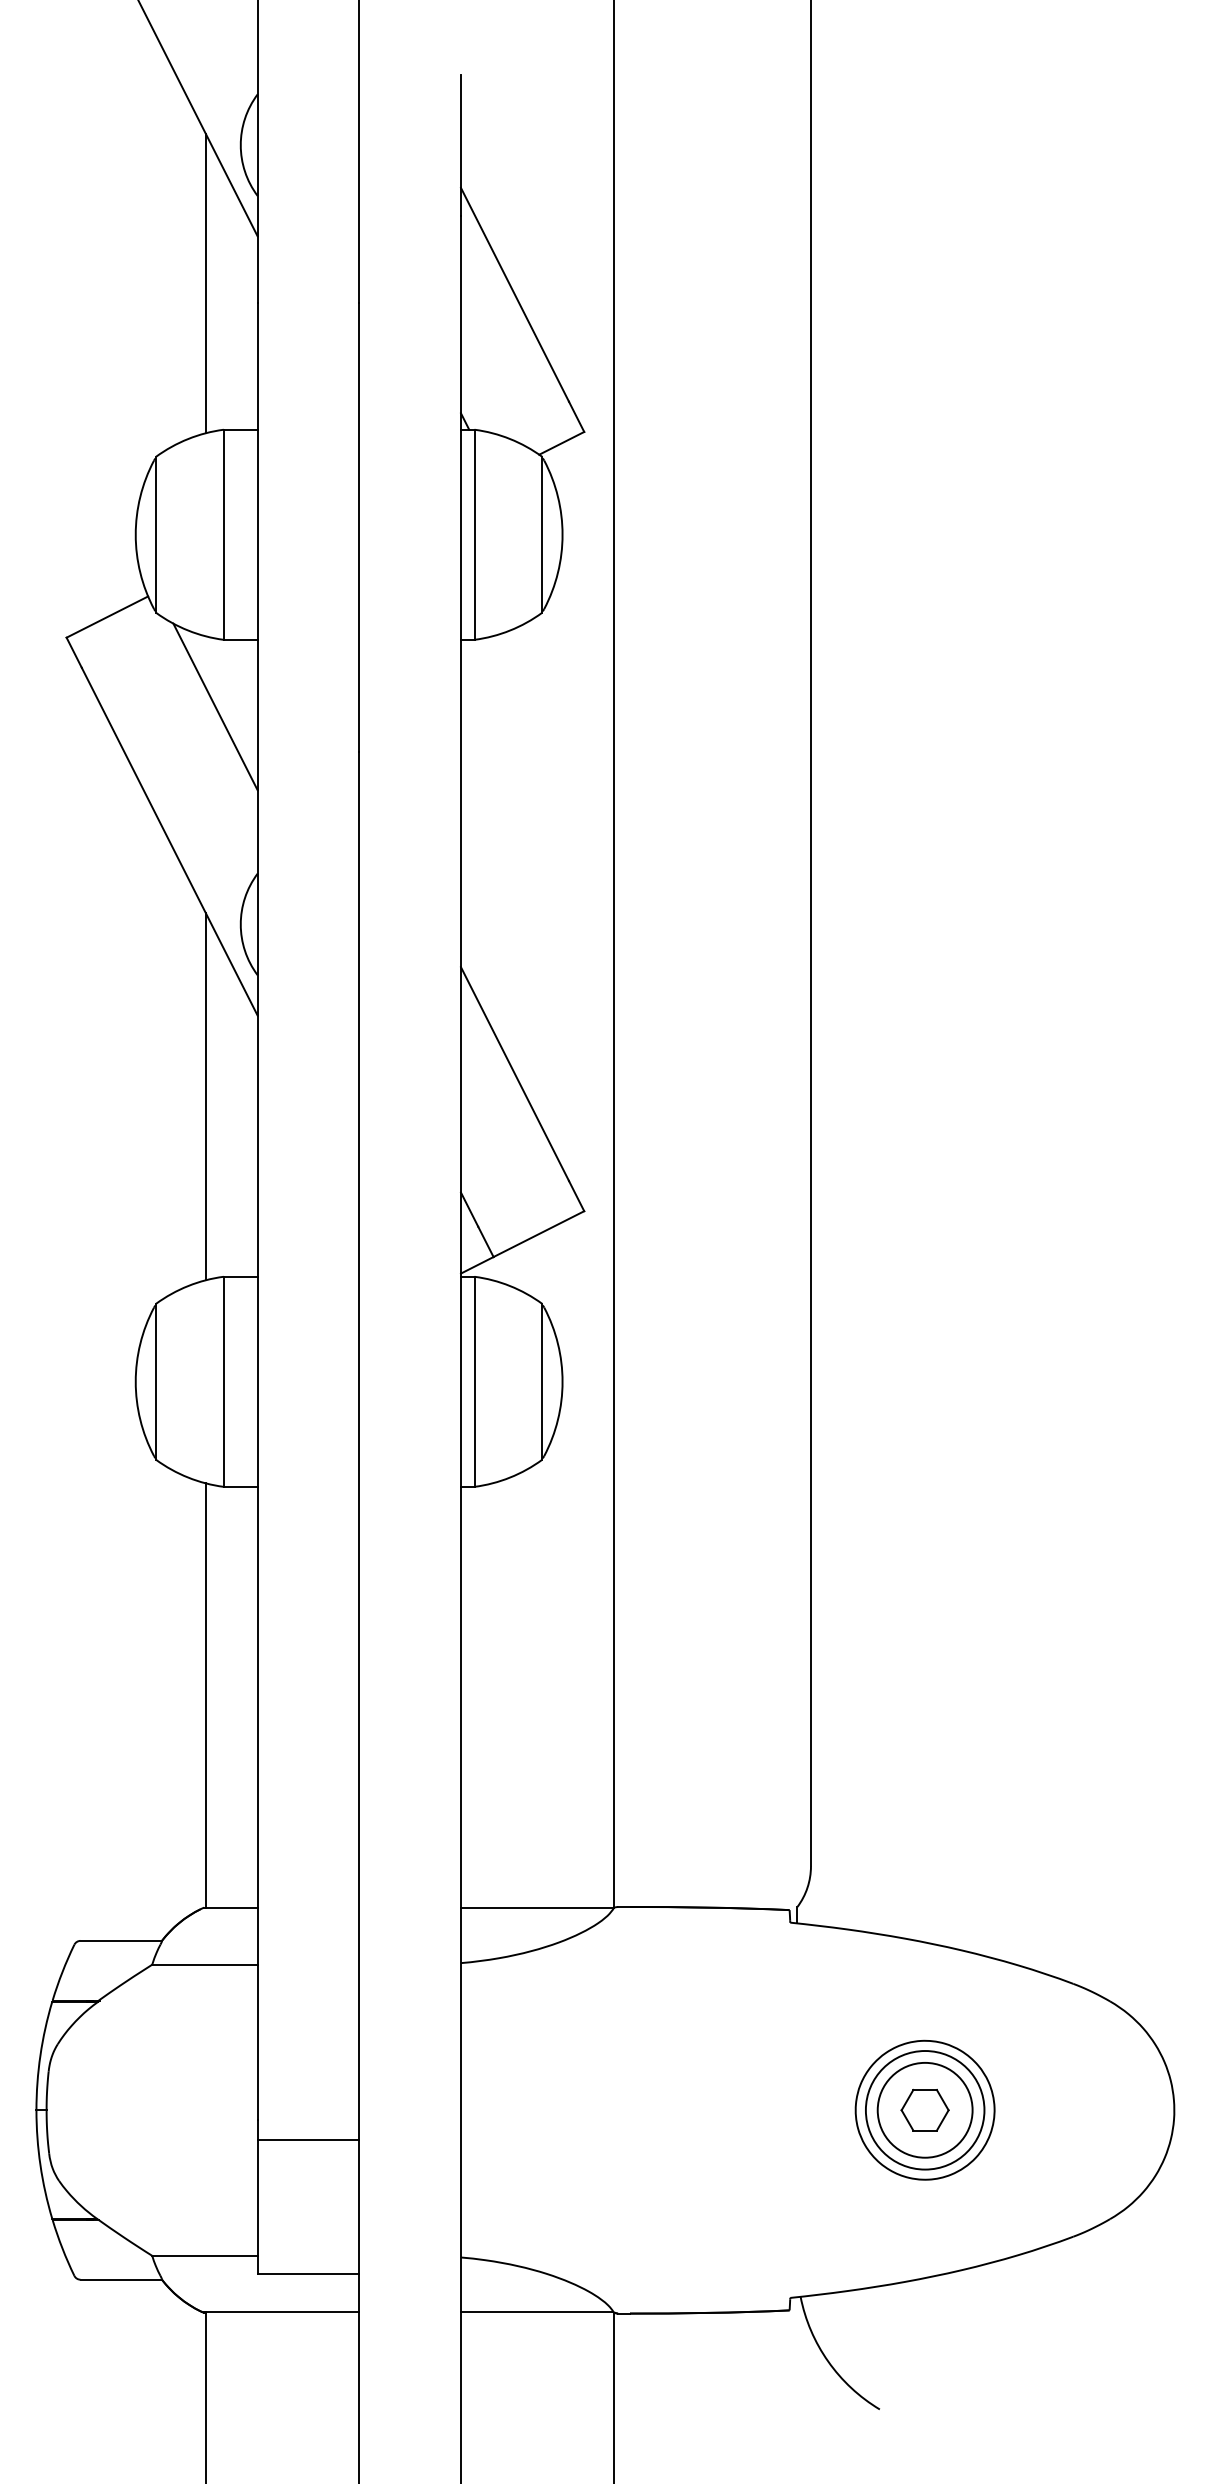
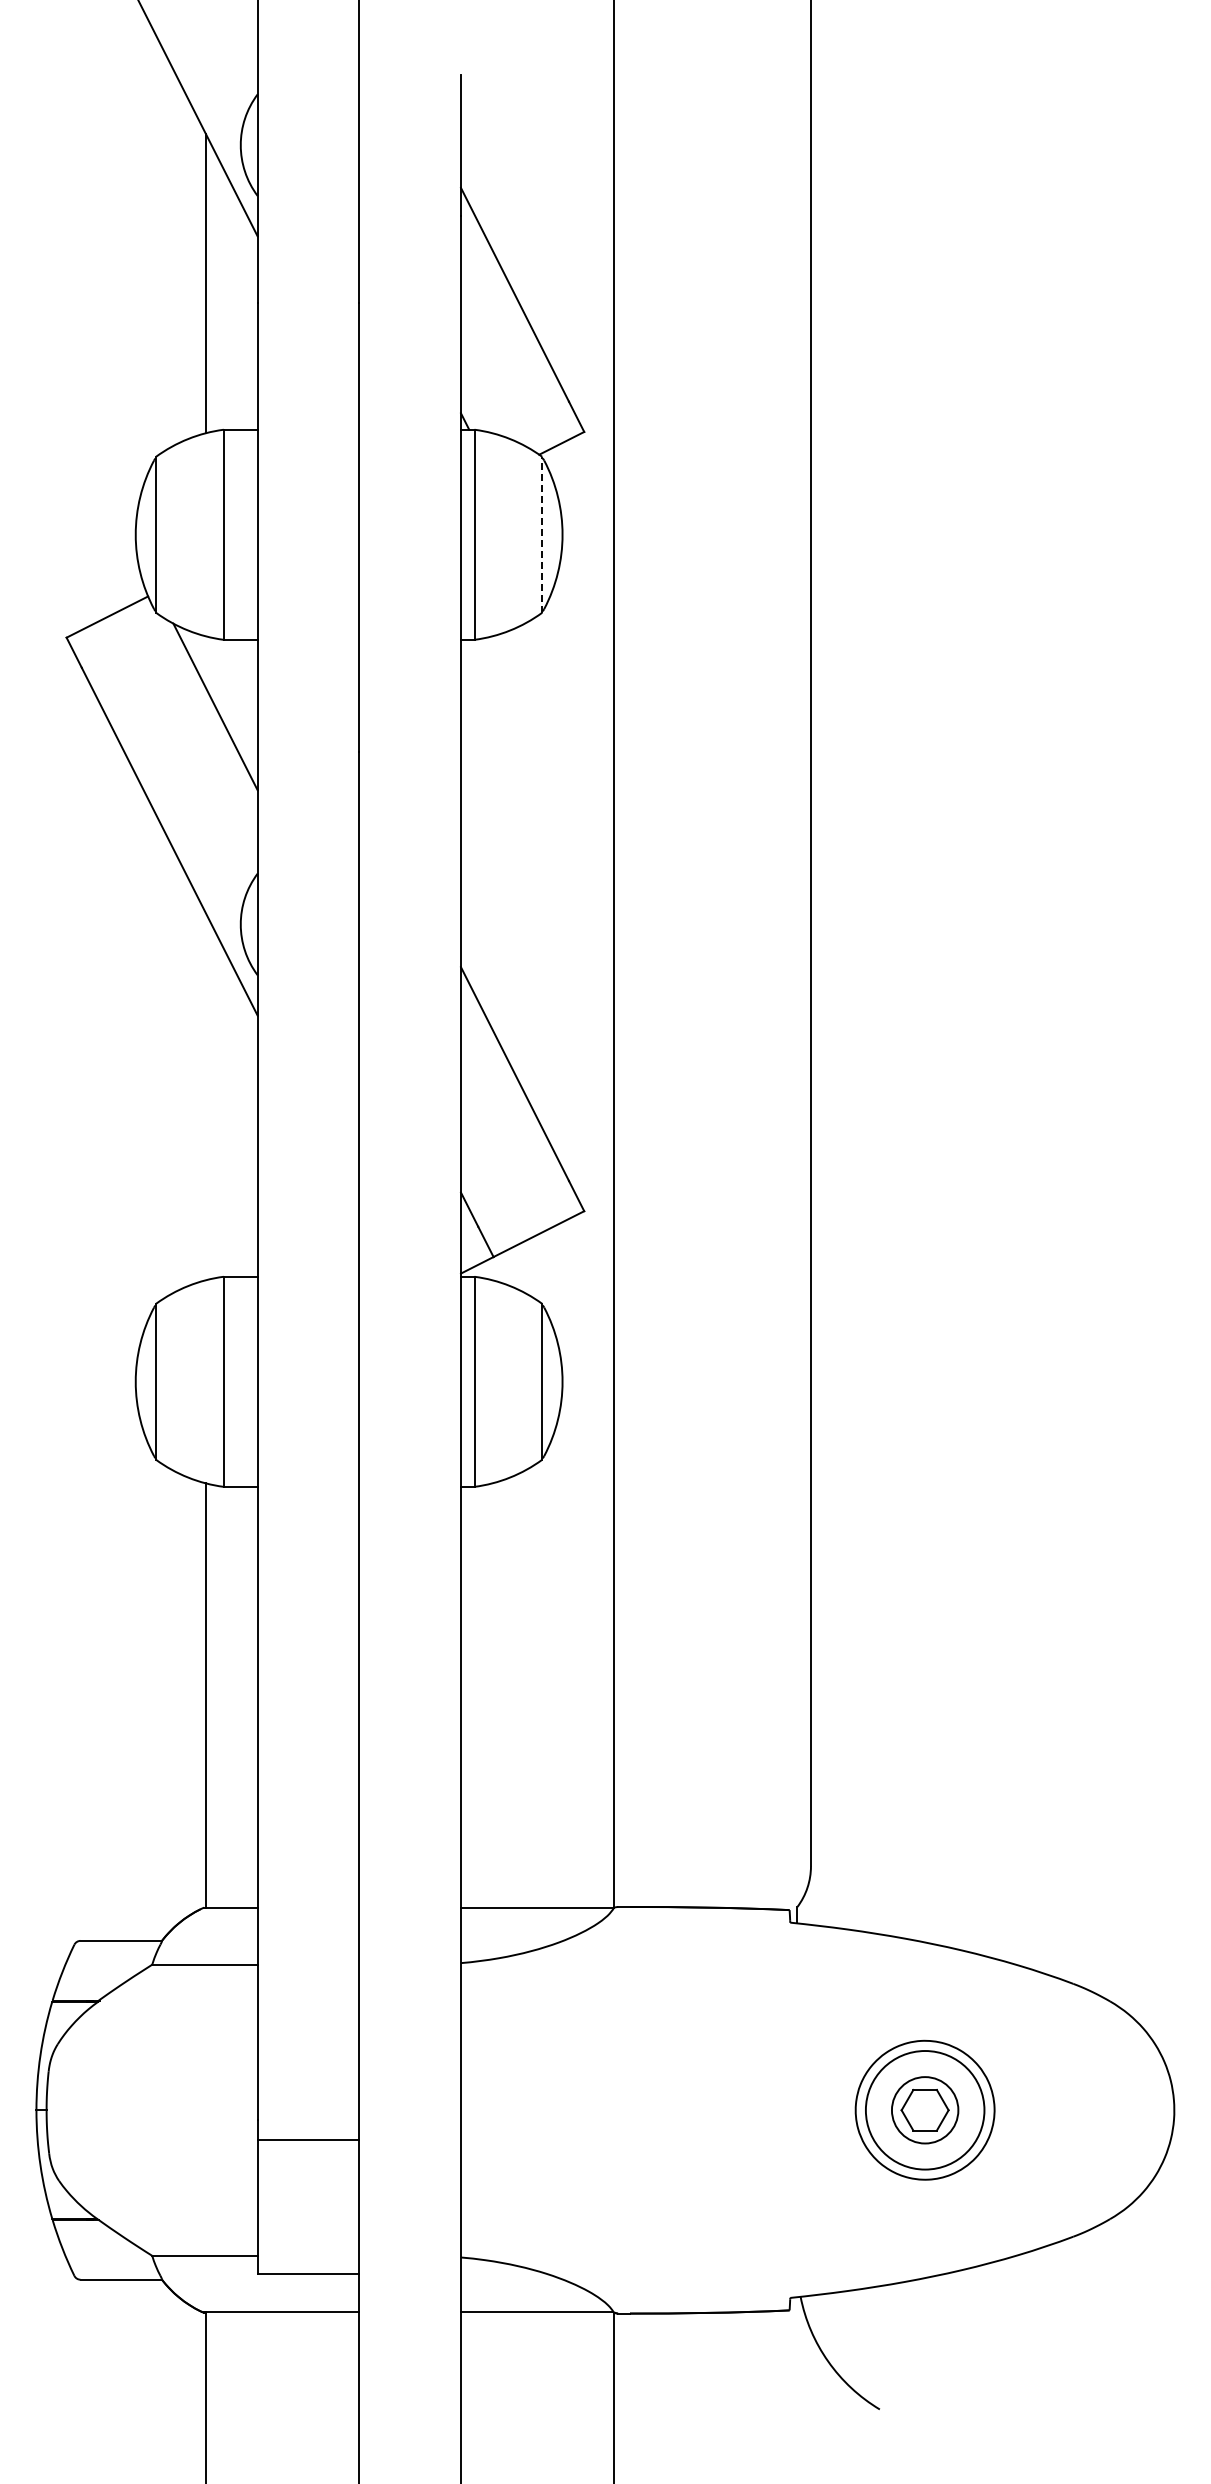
line at (542, 534): solid -> dashed
line at (205, 1096): present -> none
circle at (924, 2109) diameter: 95 px -> 66 px
